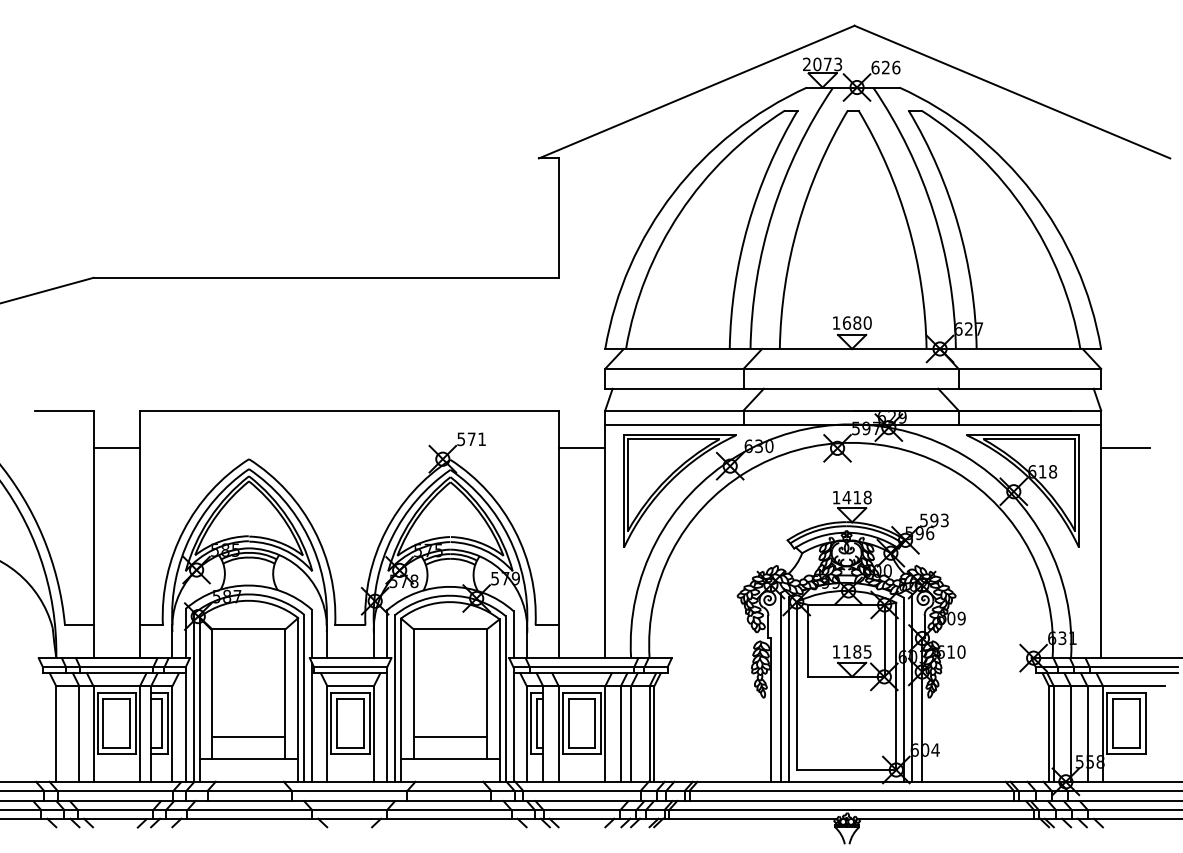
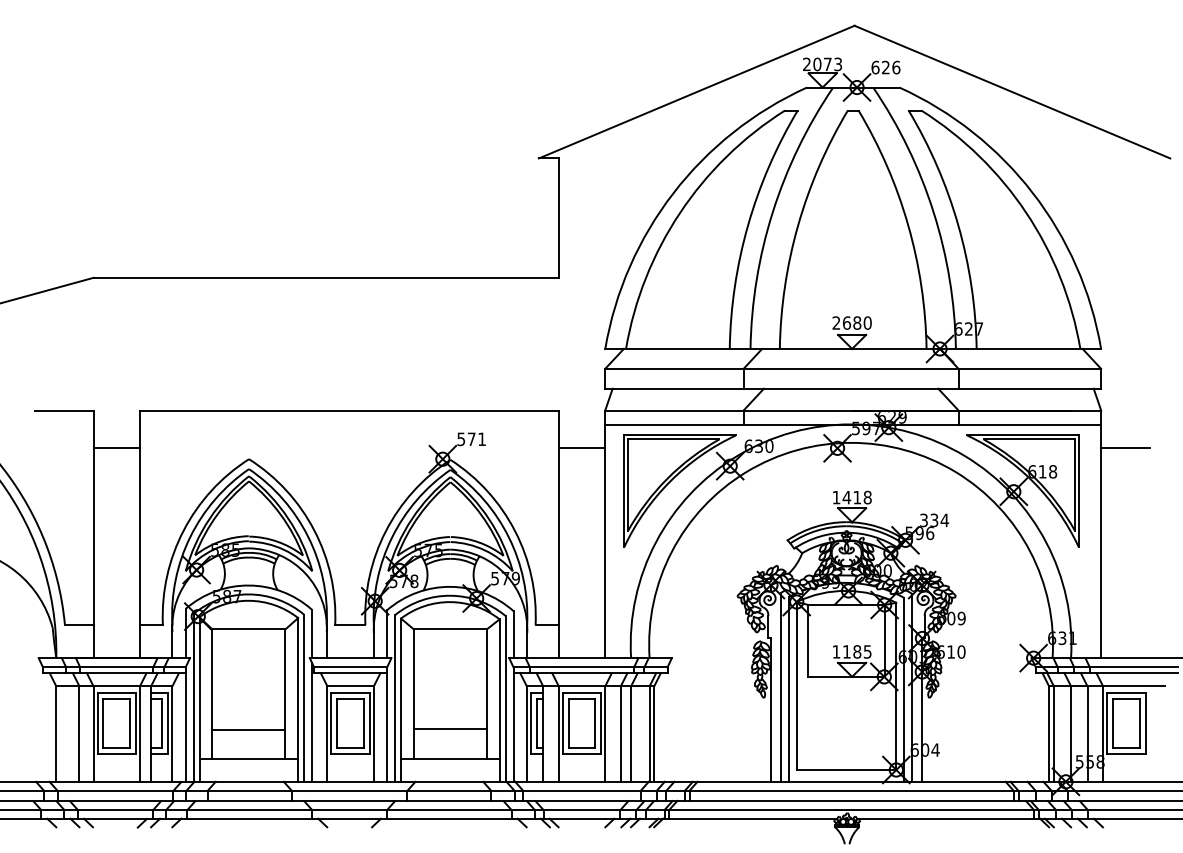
text at (836, 322): 1680 -> 2680
text at (934, 520): 593 -> 334
line at (248, 736) position: (248, 736) -> (248, 729)
line at (449, 736) position: (449, 736) -> (449, 728)
